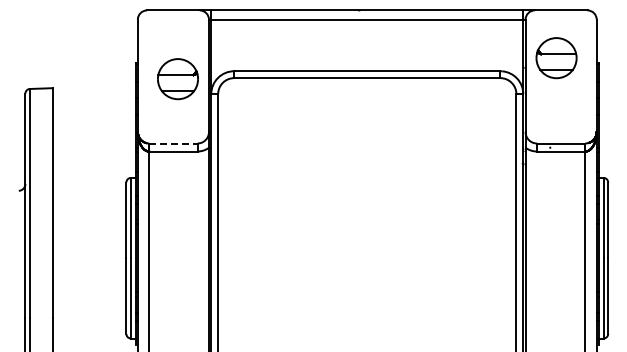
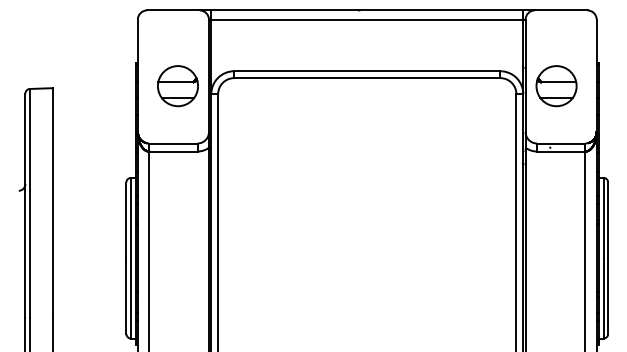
part at (556, 58) position: (556, 58) -> (556, 86)
part at (177, 79) position: (177, 79) -> (177, 86)
line at (173, 143): dashed -> solid
